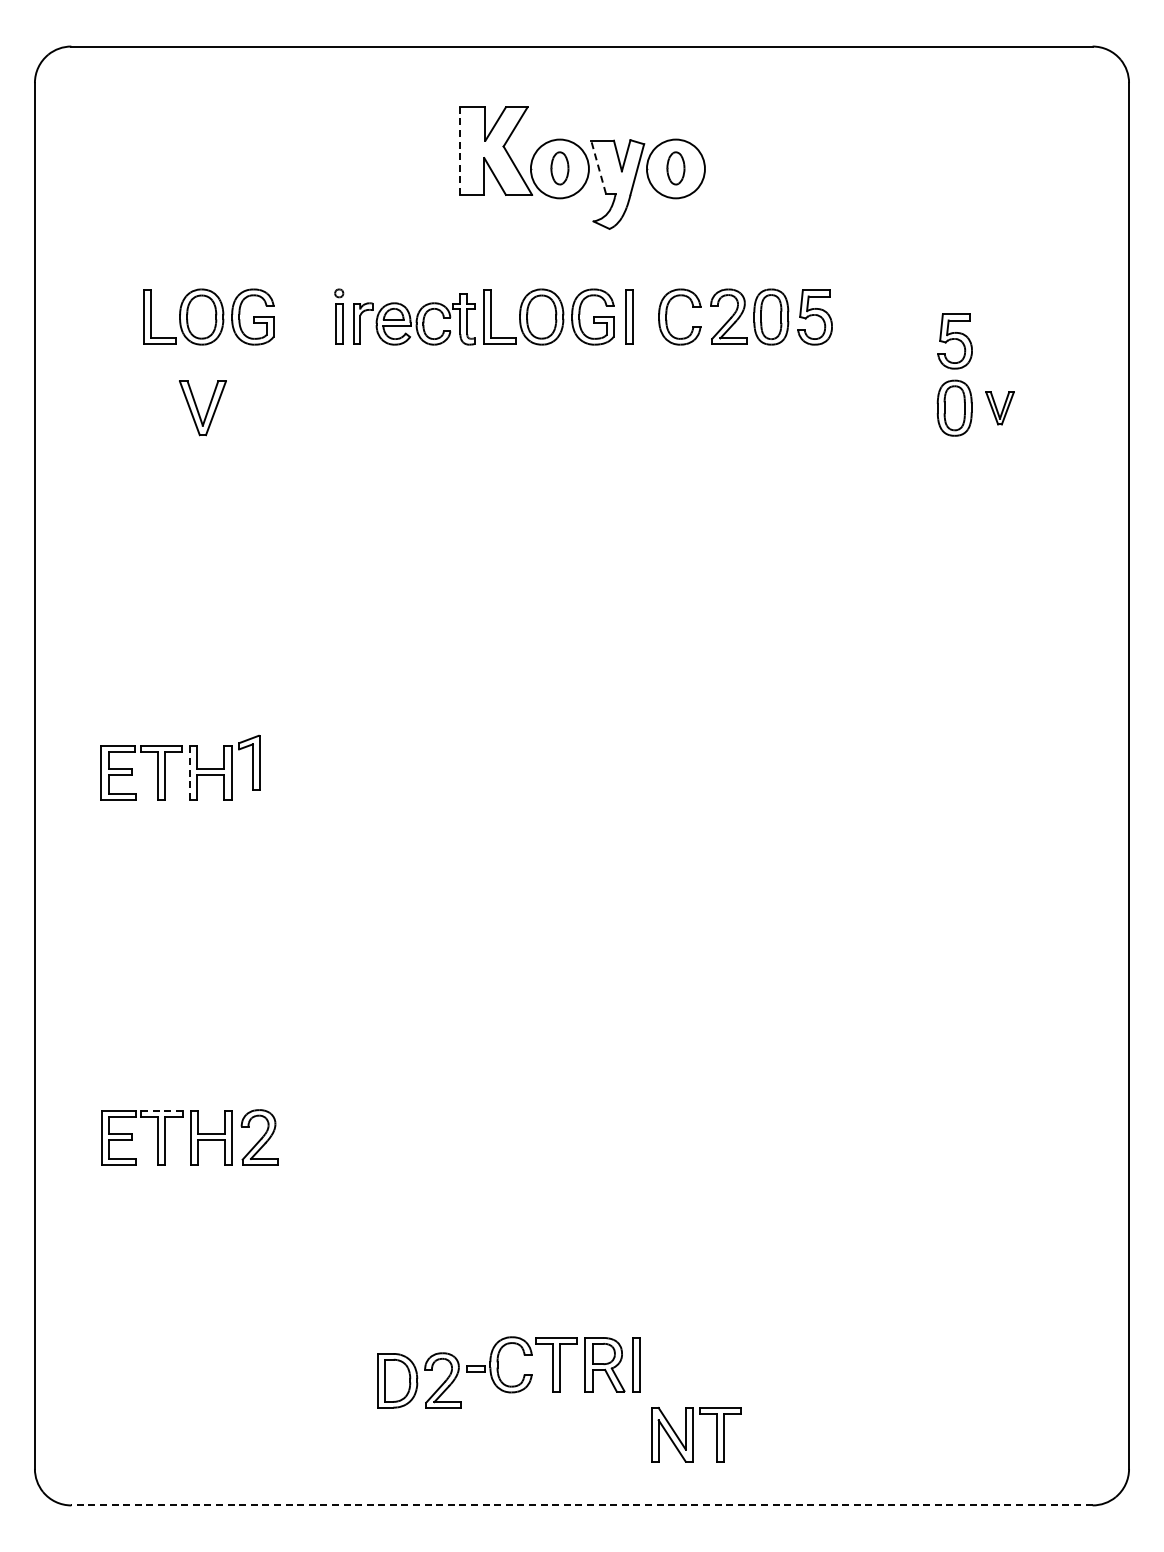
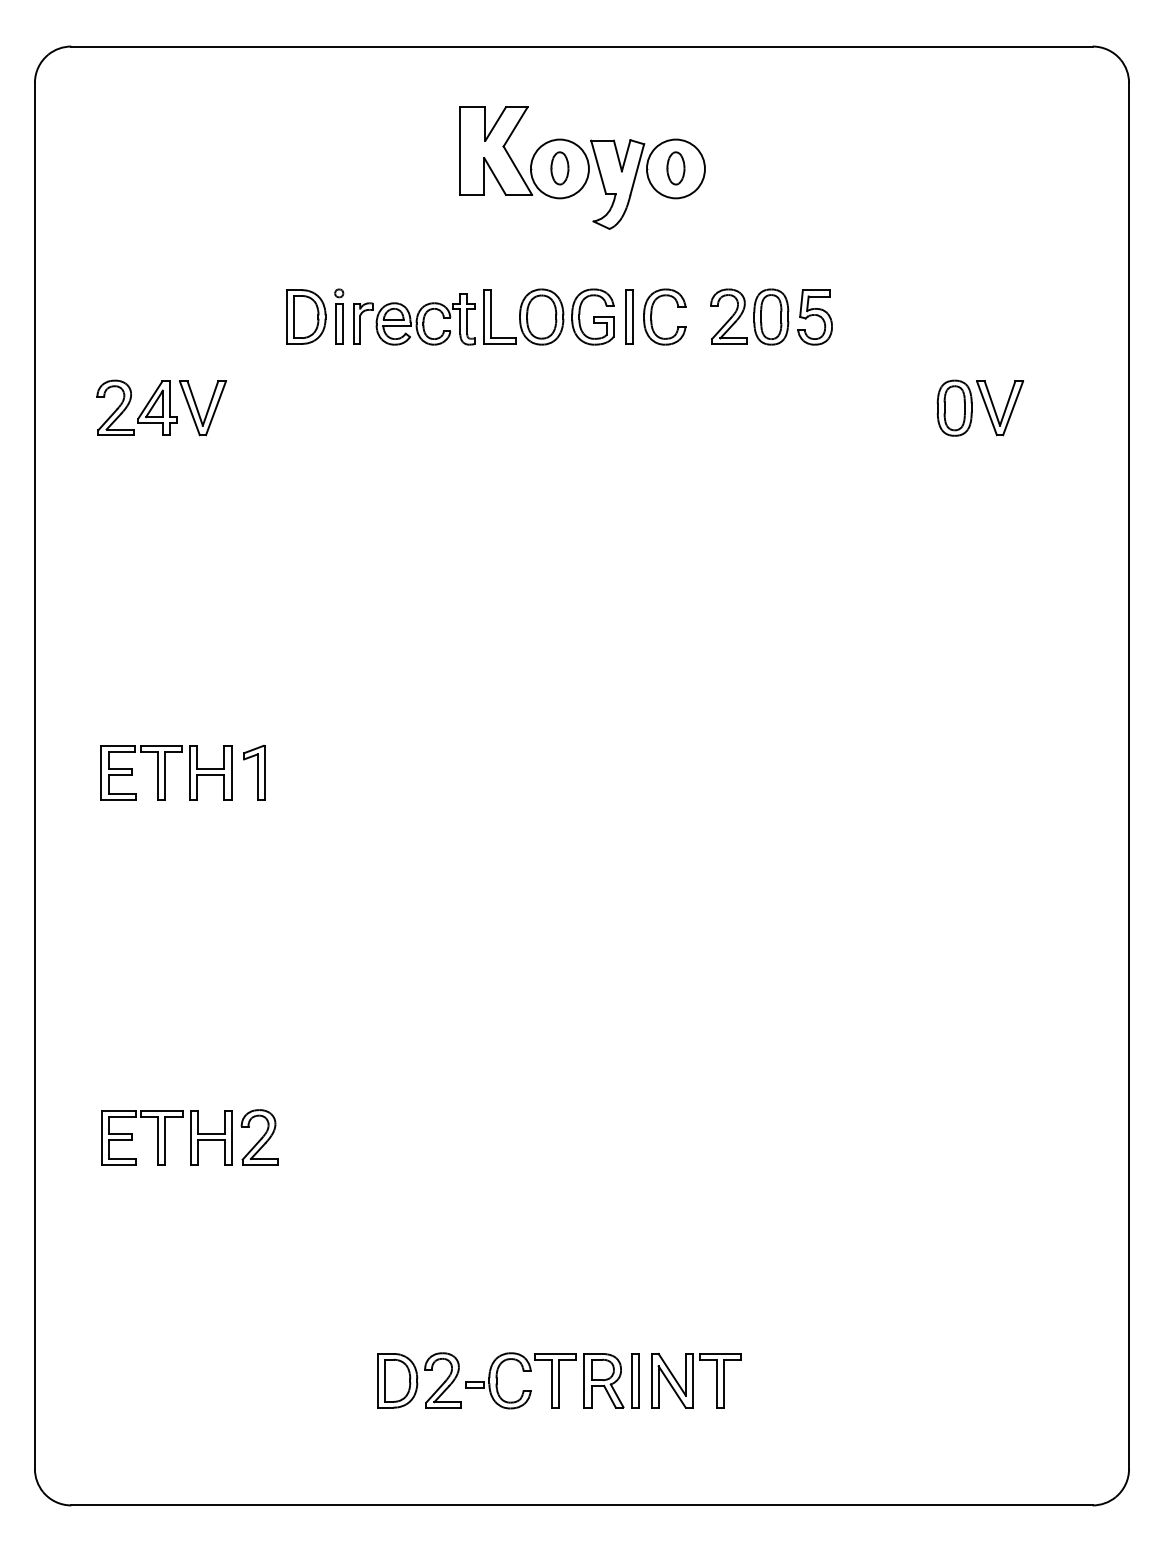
line at (460, 151): dashed -> solid
line at (598, 167): dashed -> solid
part at (667, 314) position: (667, 314) -> (652, 314)
part at (208, 316): present -> none
part at (306, 316): none -> present
part at (954, 341): present -> none
part at (999, 408) size: 30x35 px -> 48x57 px
part at (141, 411): none -> present
part at (249, 762) position: (249, 762) -> (254, 772)
line at (190, 772): dashed -> solid
line at (161, 1110): dashed -> solid
part at (553, 1364) position: (553, 1364) -> (552, 1380)
part at (696, 1434) position: (696, 1434) -> (696, 1380)
line at (581, 1505): dashed -> solid
